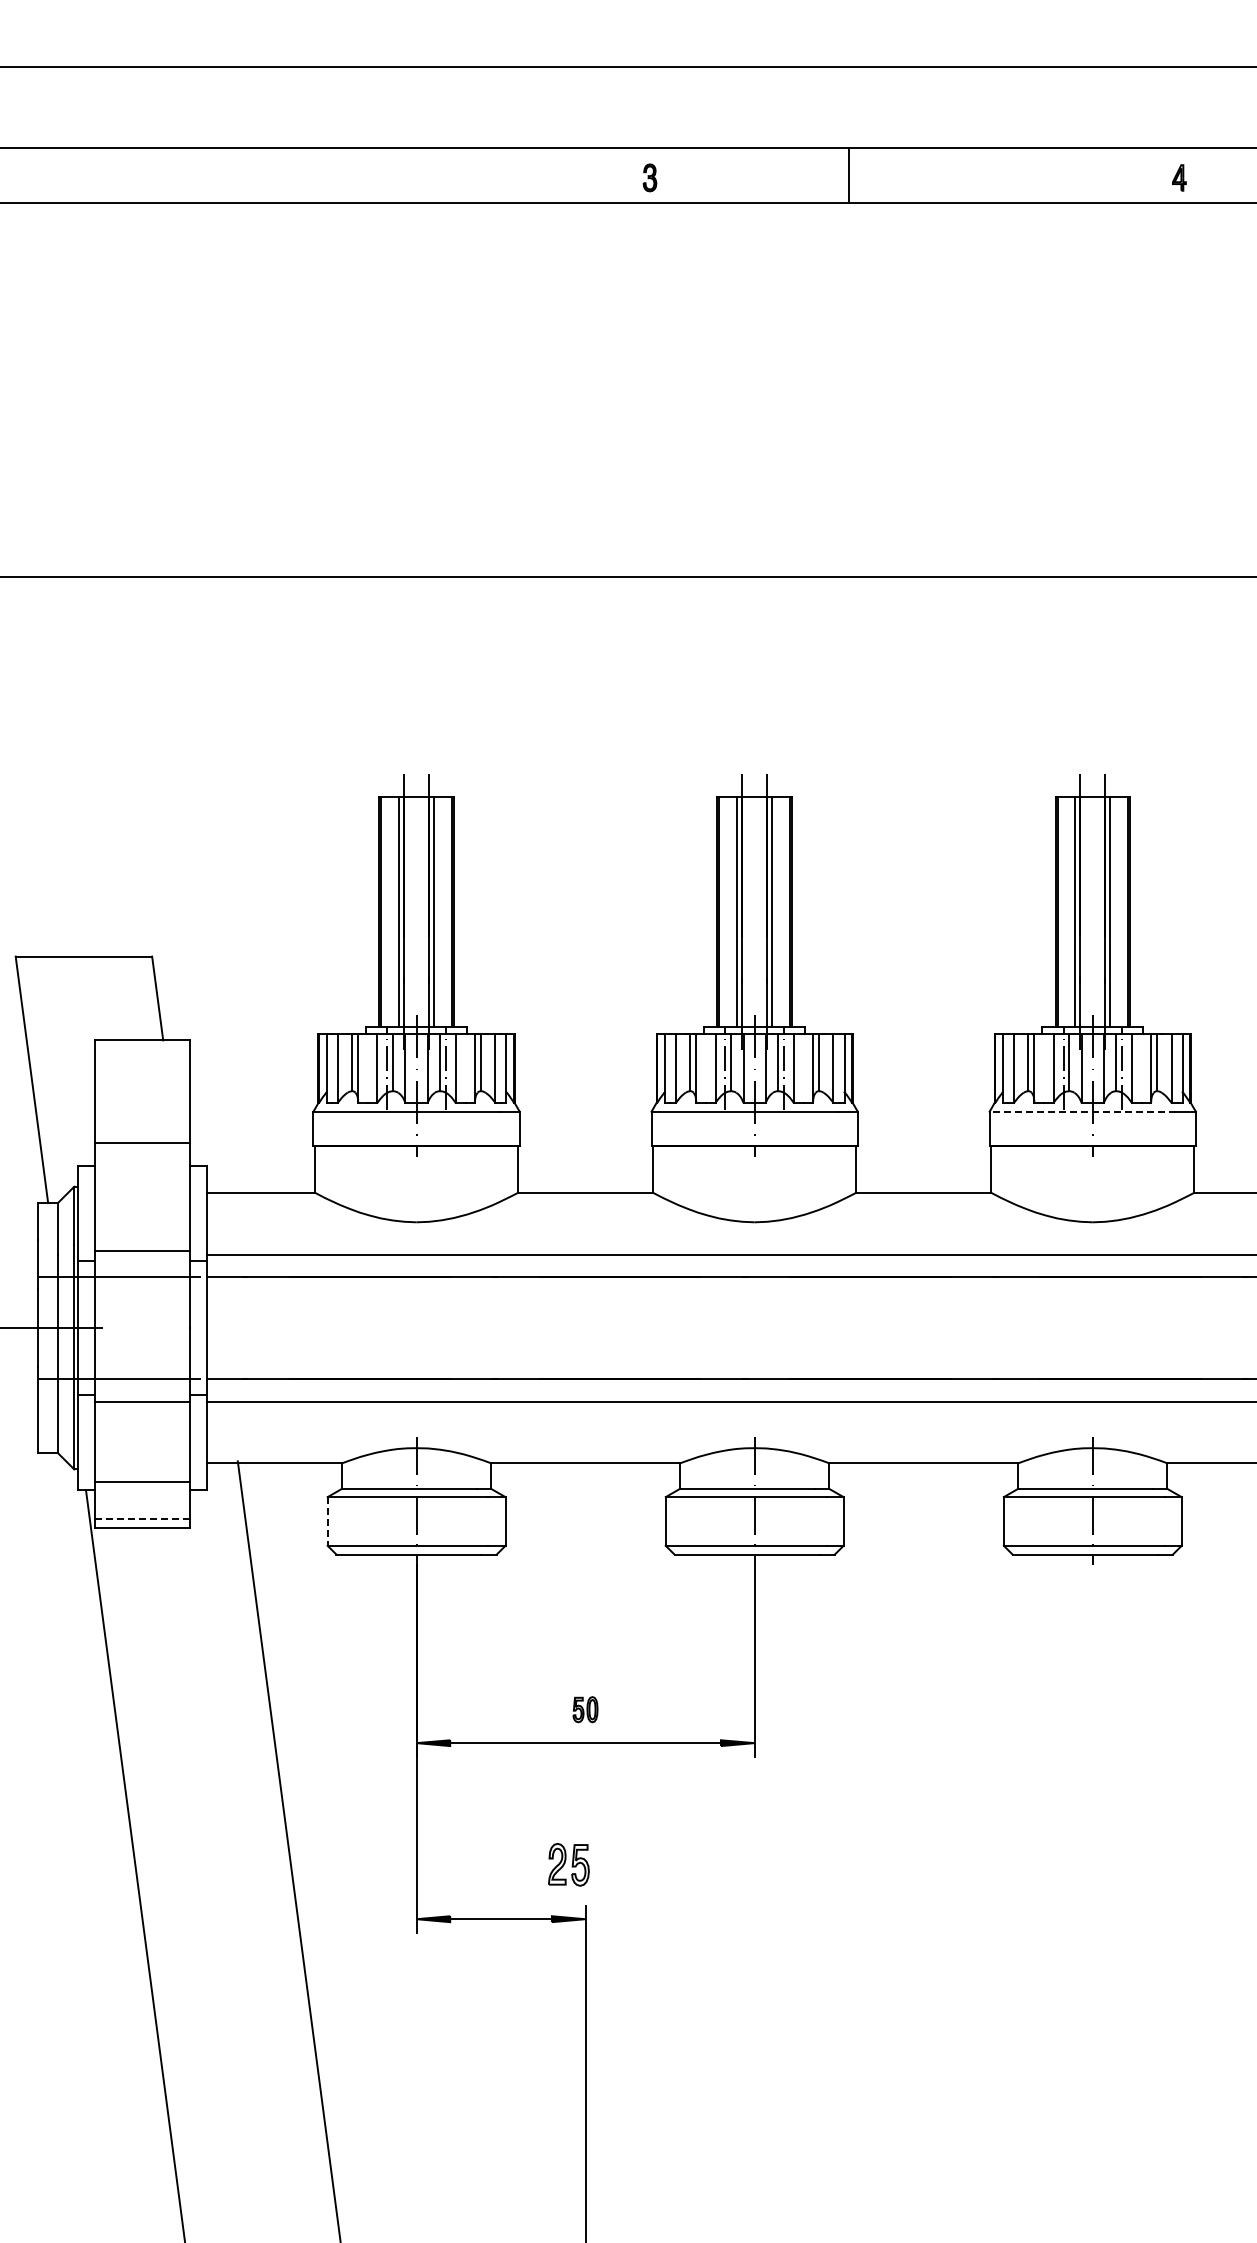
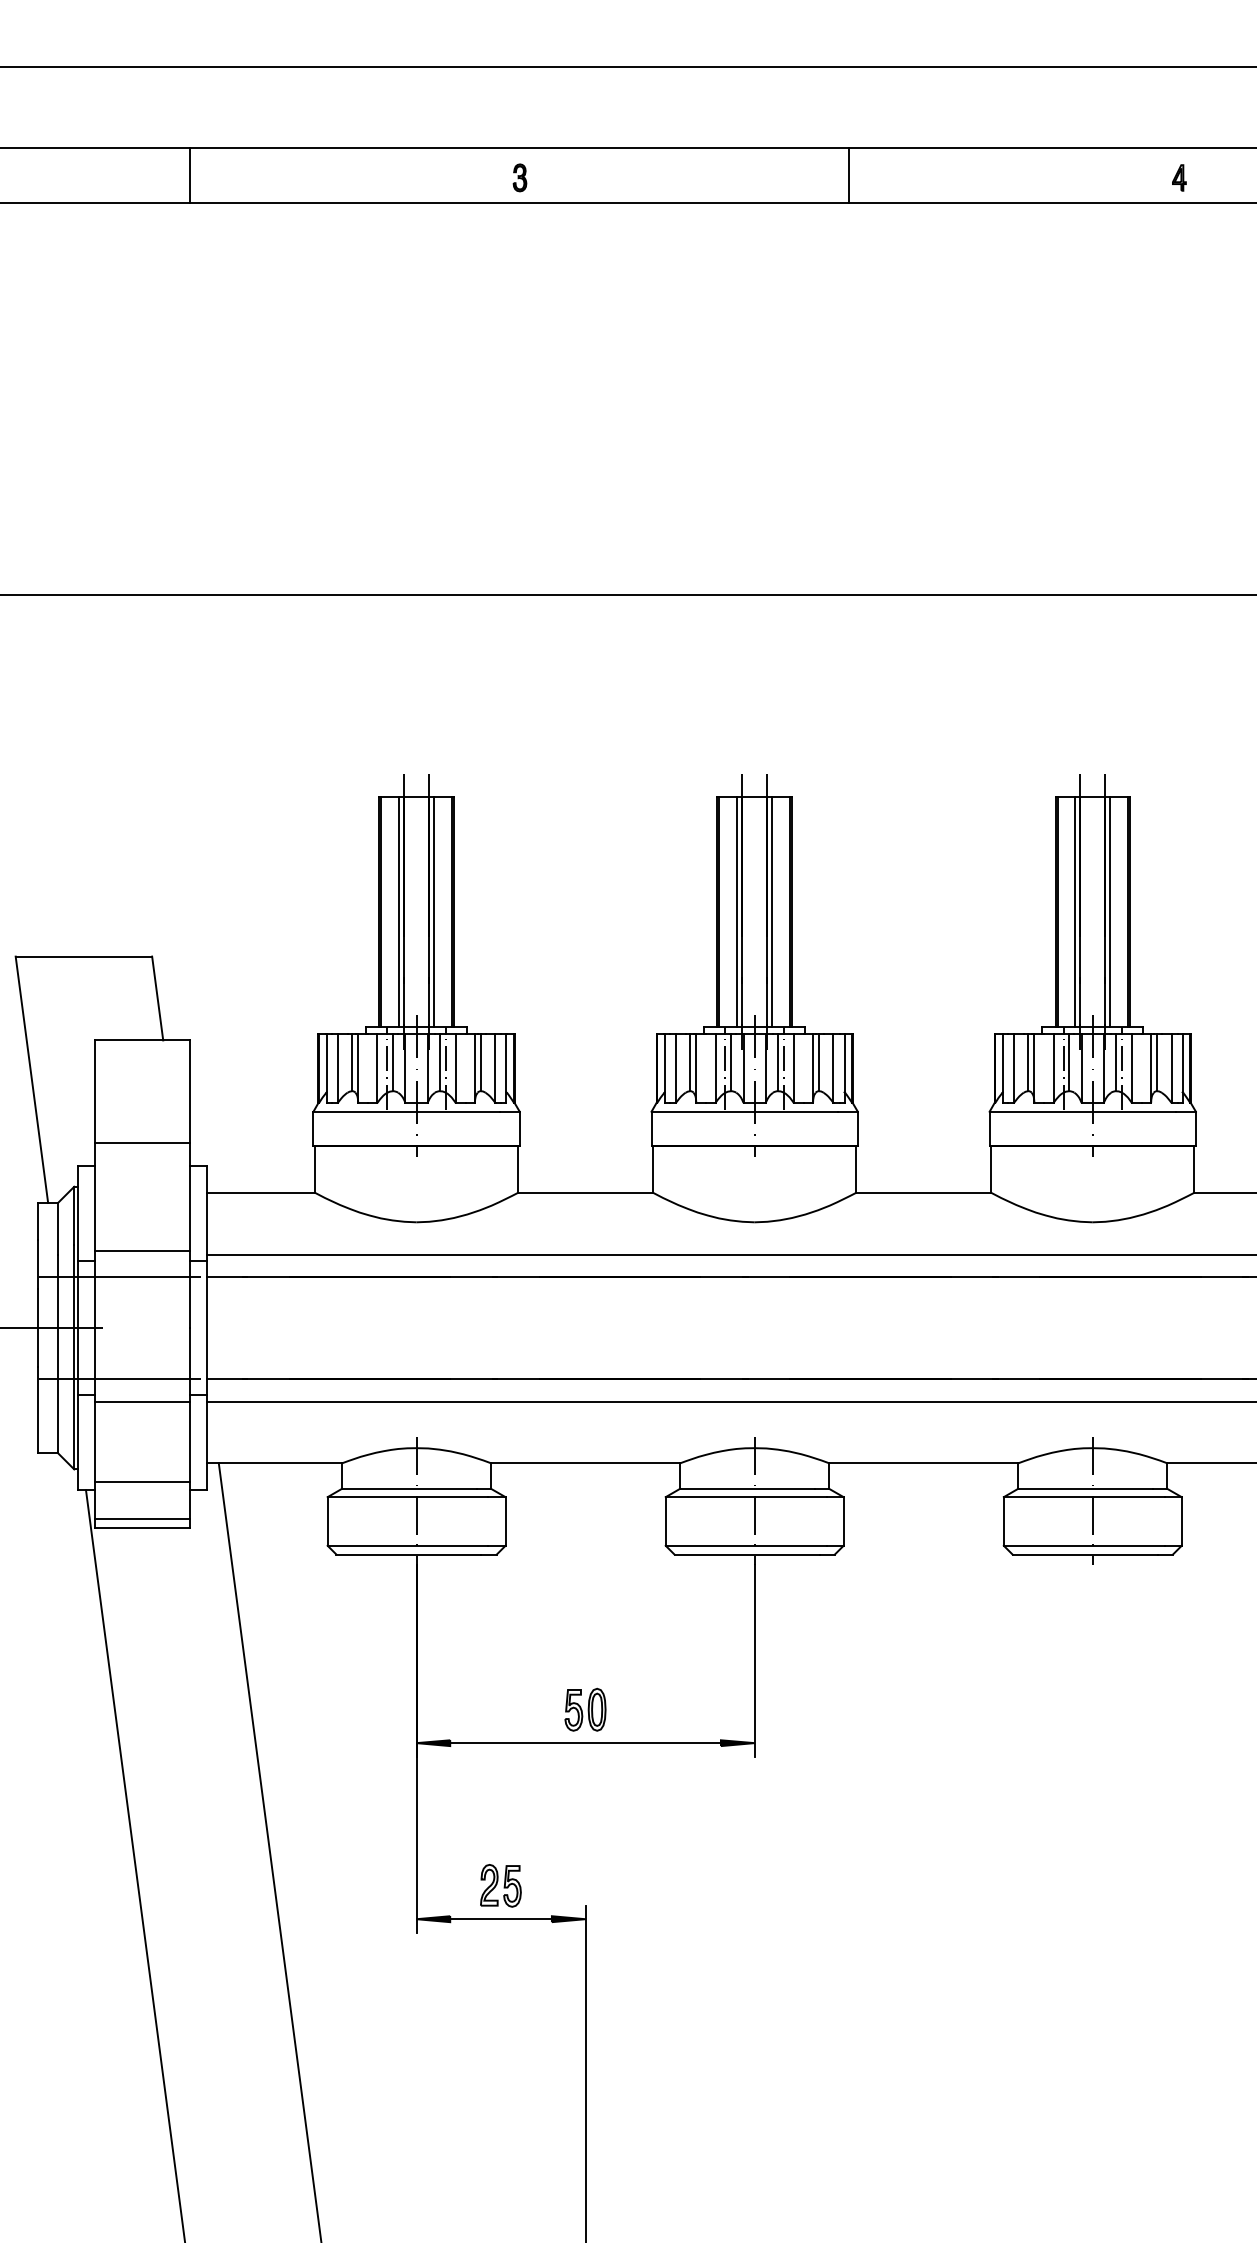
line at (190, 175): none -> present
part at (649, 177) position: (649, 177) -> (519, 177)
line at (627, 577) position: (627, 577) -> (627, 595)
line at (1082, 1111): dashed -> solid
line at (143, 1518): dashed -> solid
line at (327, 1521): dashed -> solid
part at (585, 1709) size: 27x28 px -> 43x45 px
line at (288, 1850) position: (288, 1850) -> (269, 1851)
part at (568, 1864) position: (568, 1864) -> (500, 1885)
